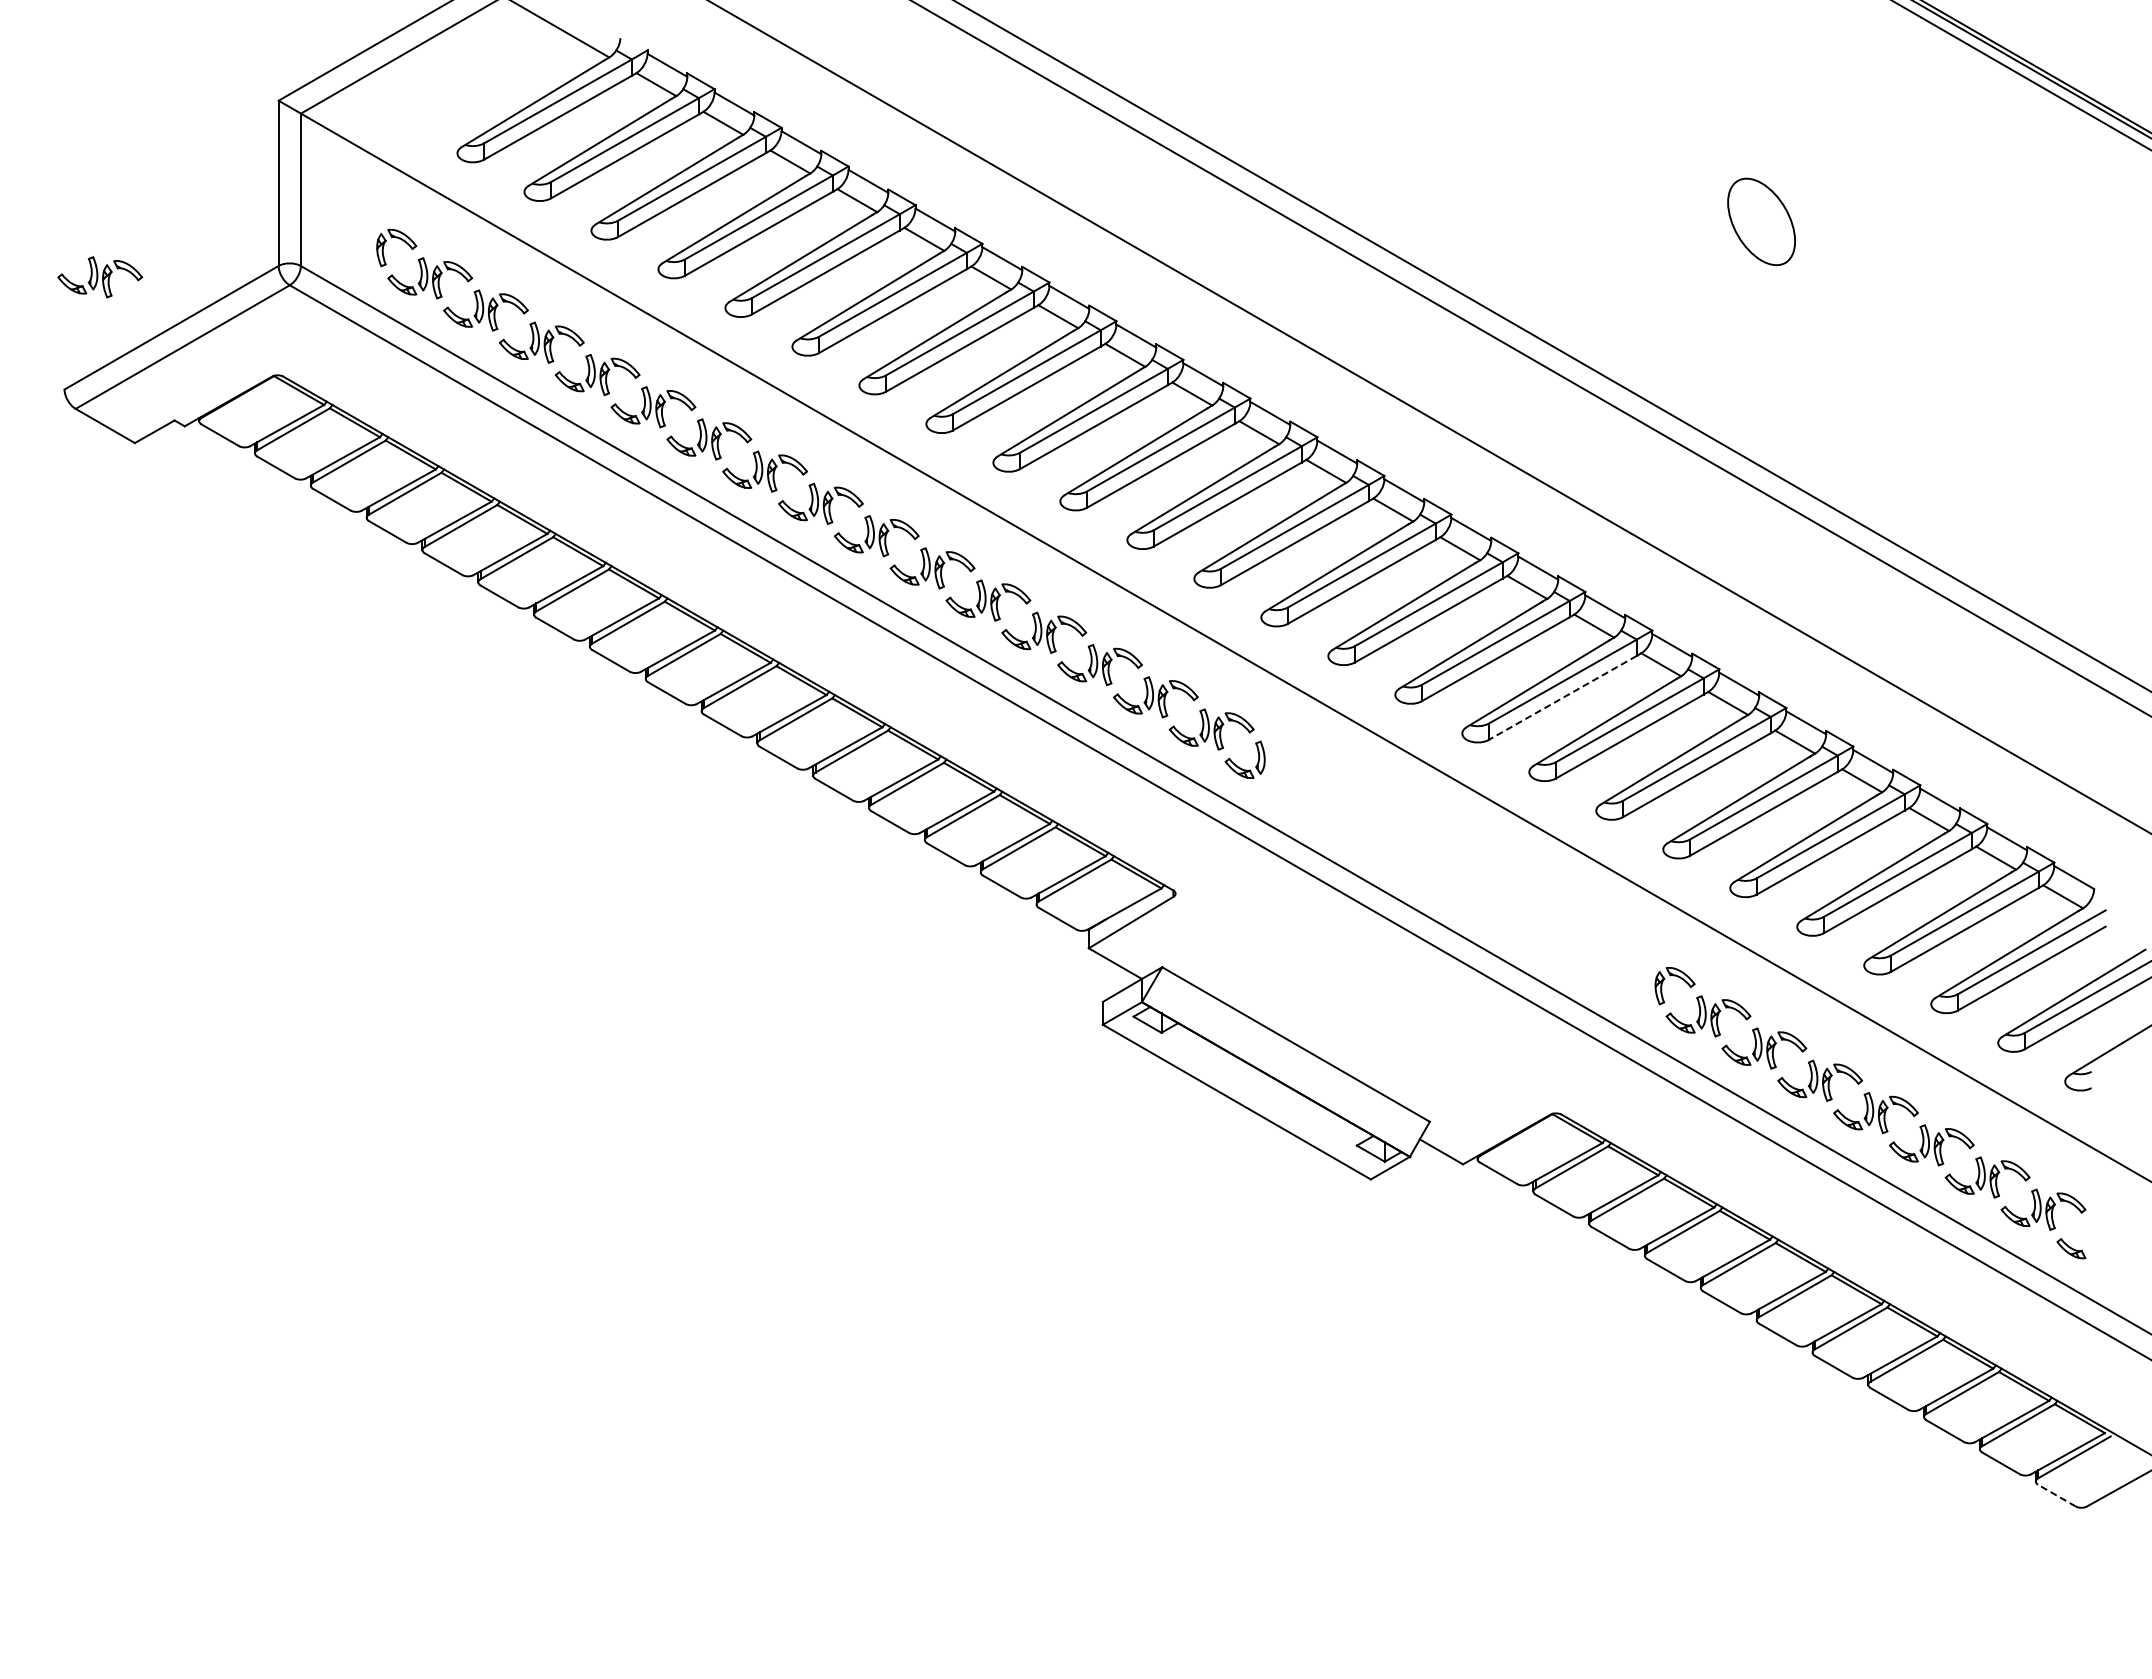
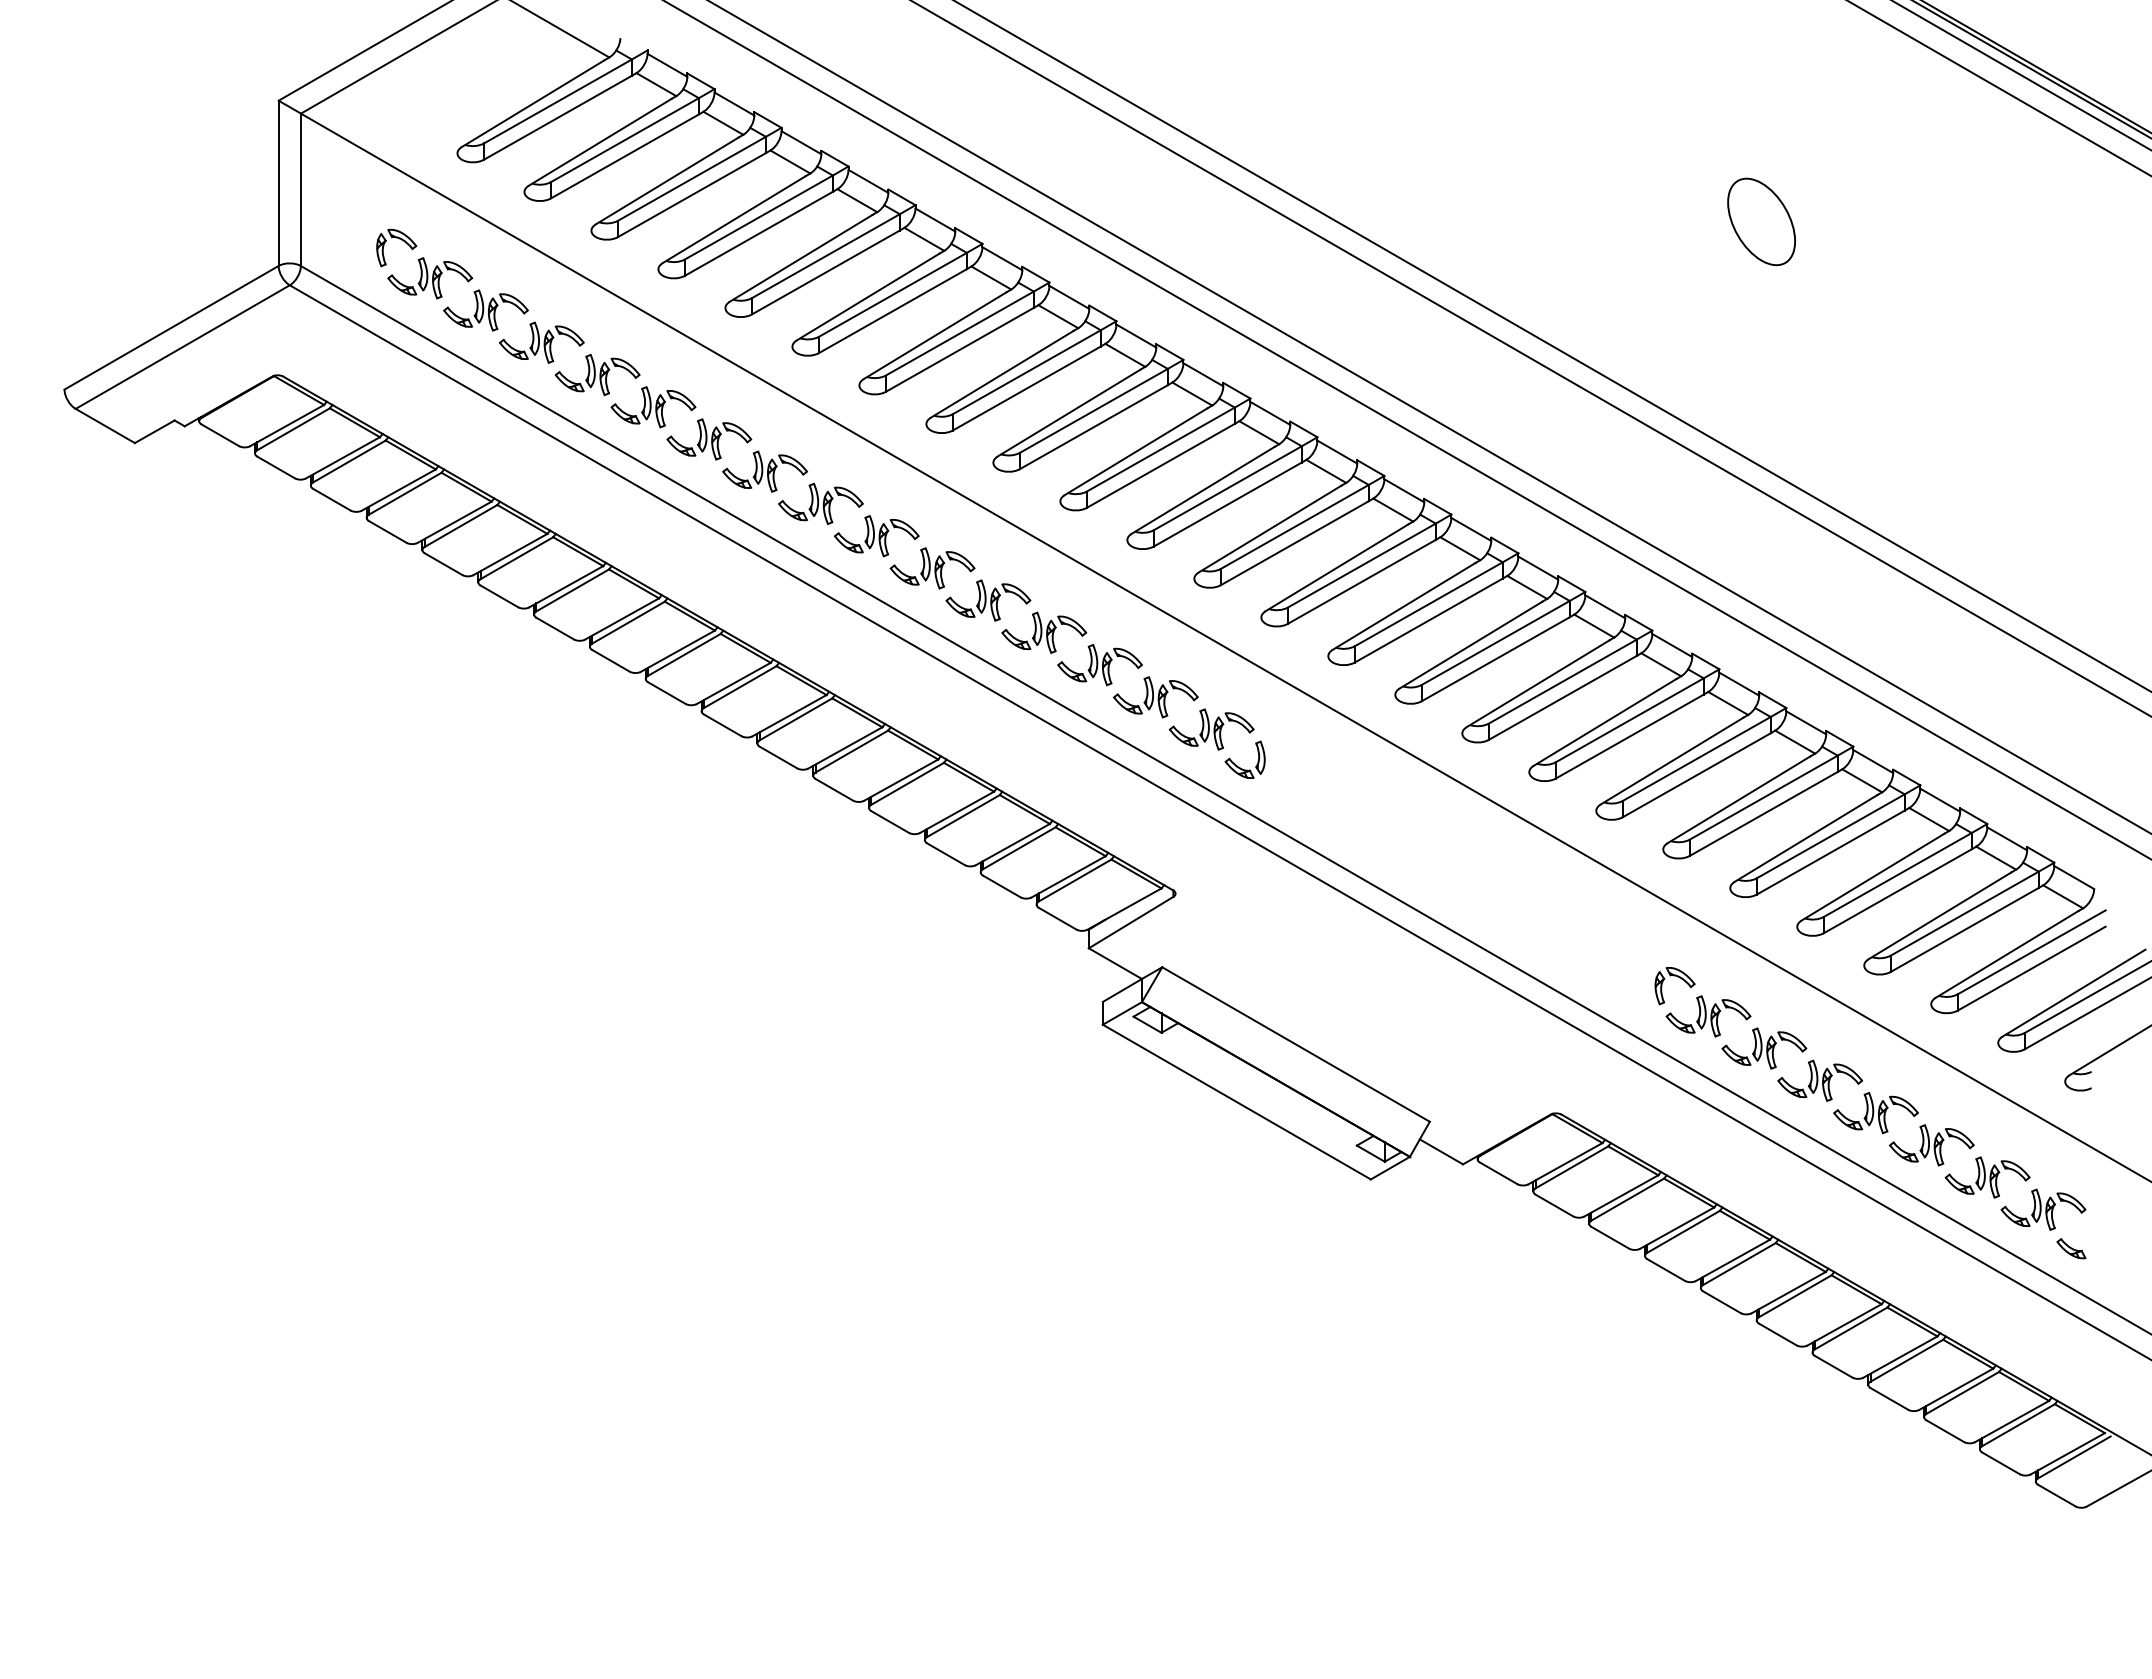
line at (1999, 88): none -> present
part at (100, 277): present -> none
line at (1407, 430): none -> present
line at (1562, 698): dashed -> solid
line at (2056, 1495): dashed -> solid
